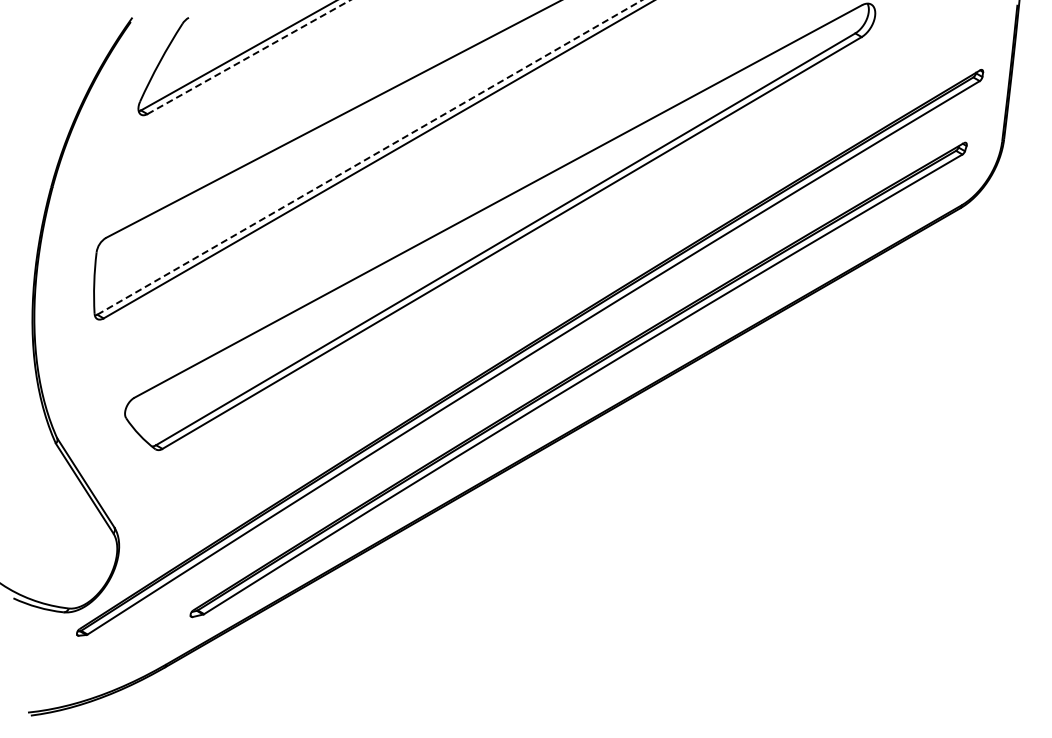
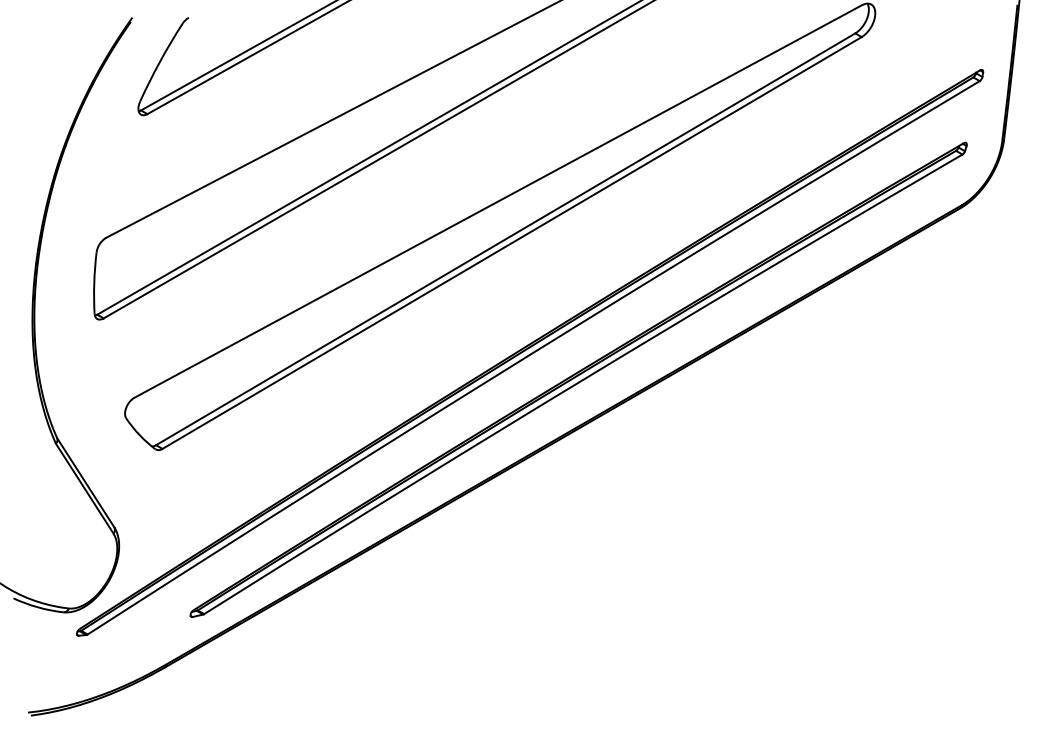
line at (249, 56): dashed -> solid
line at (369, 157): dashed -> solid
